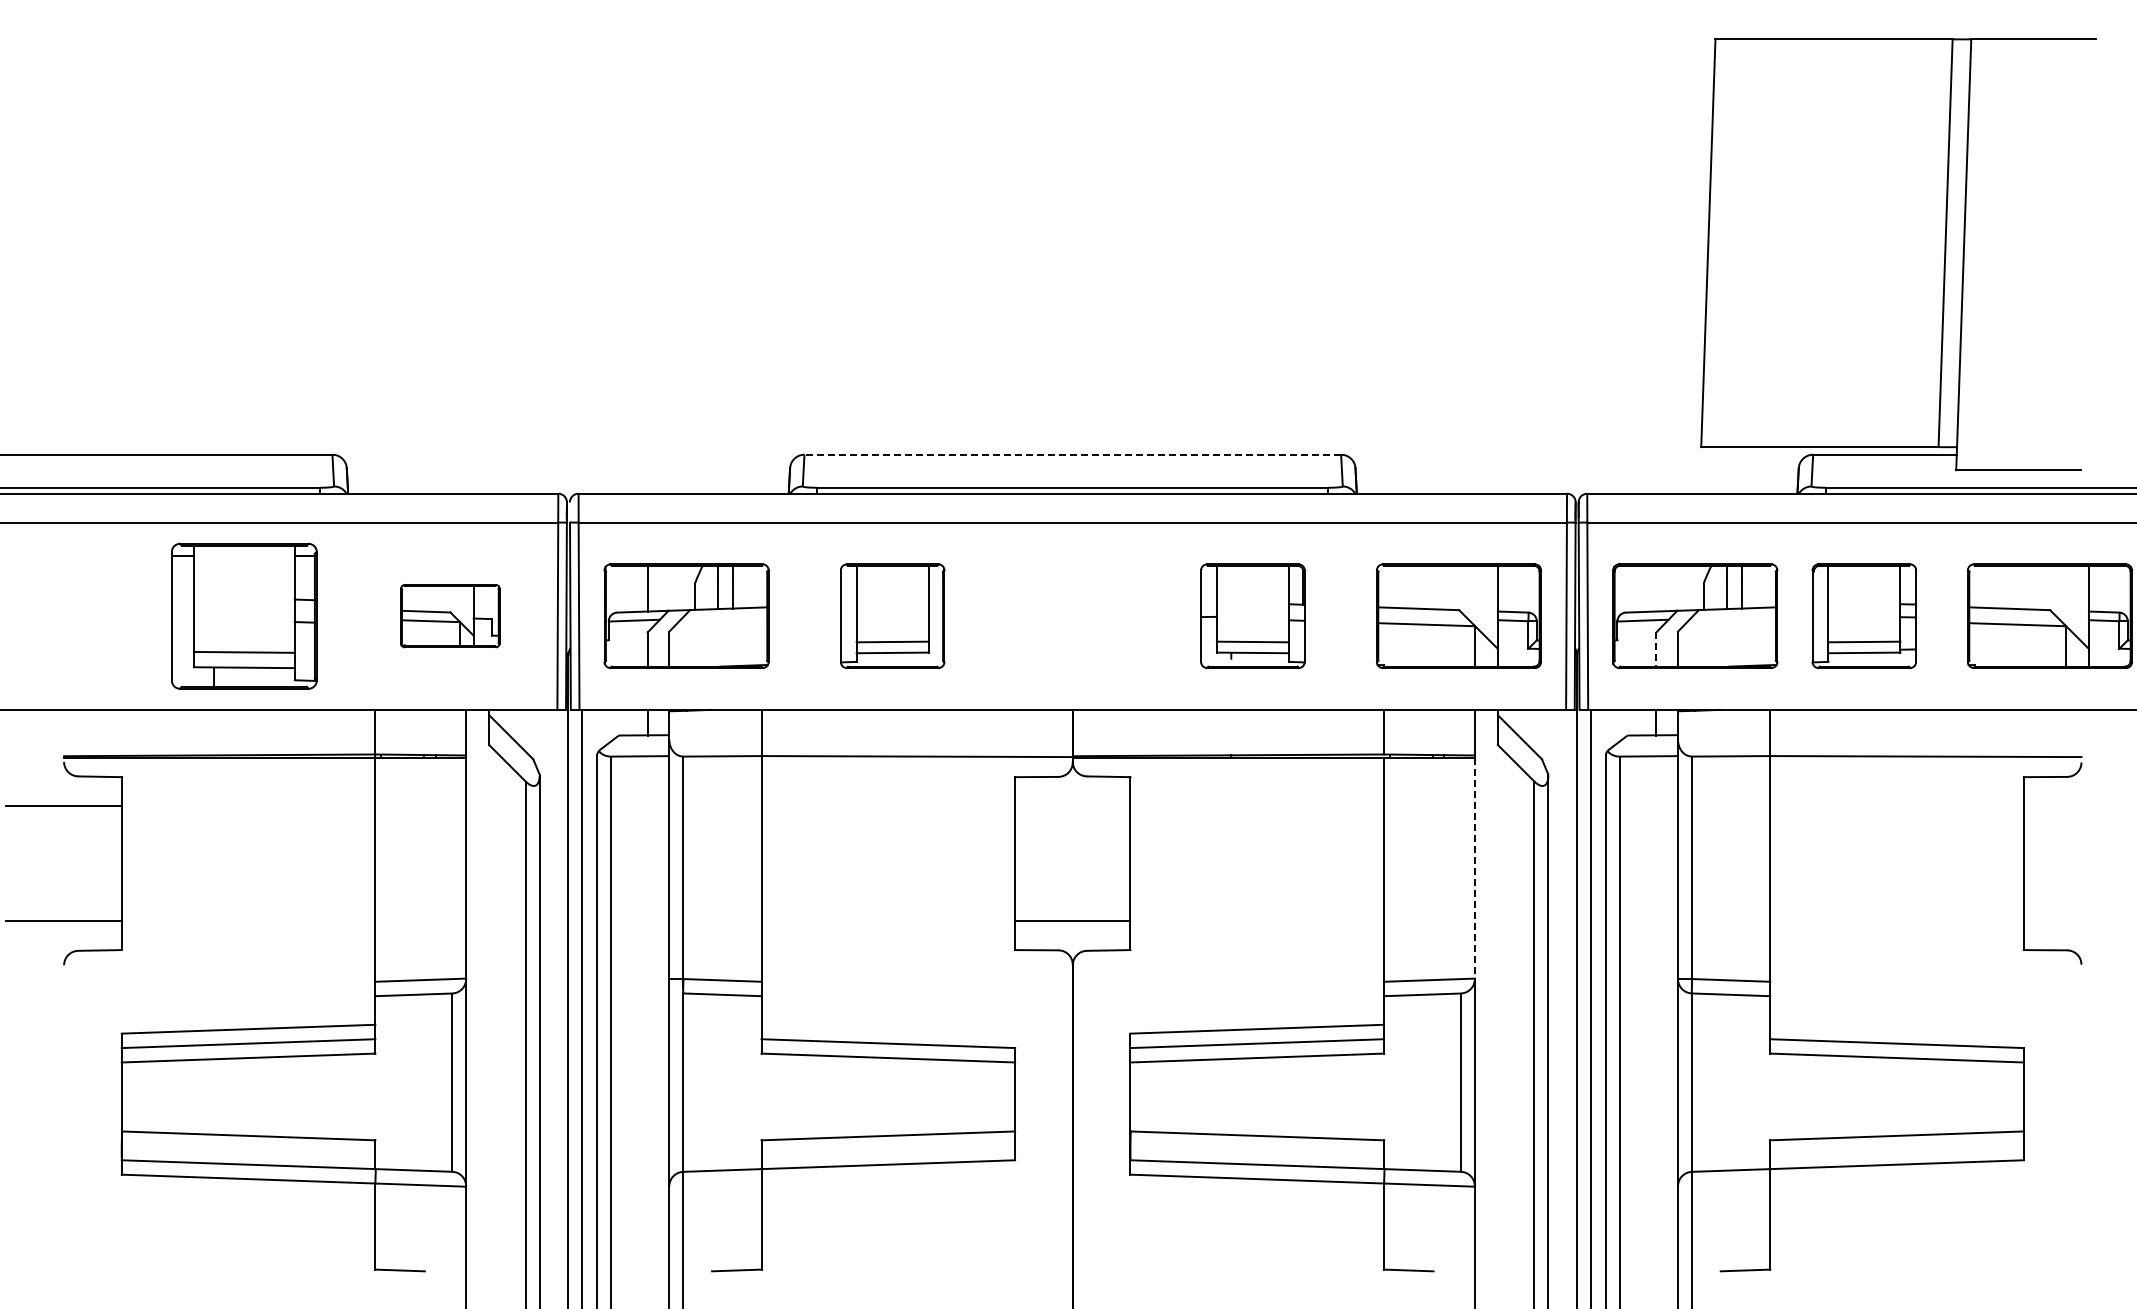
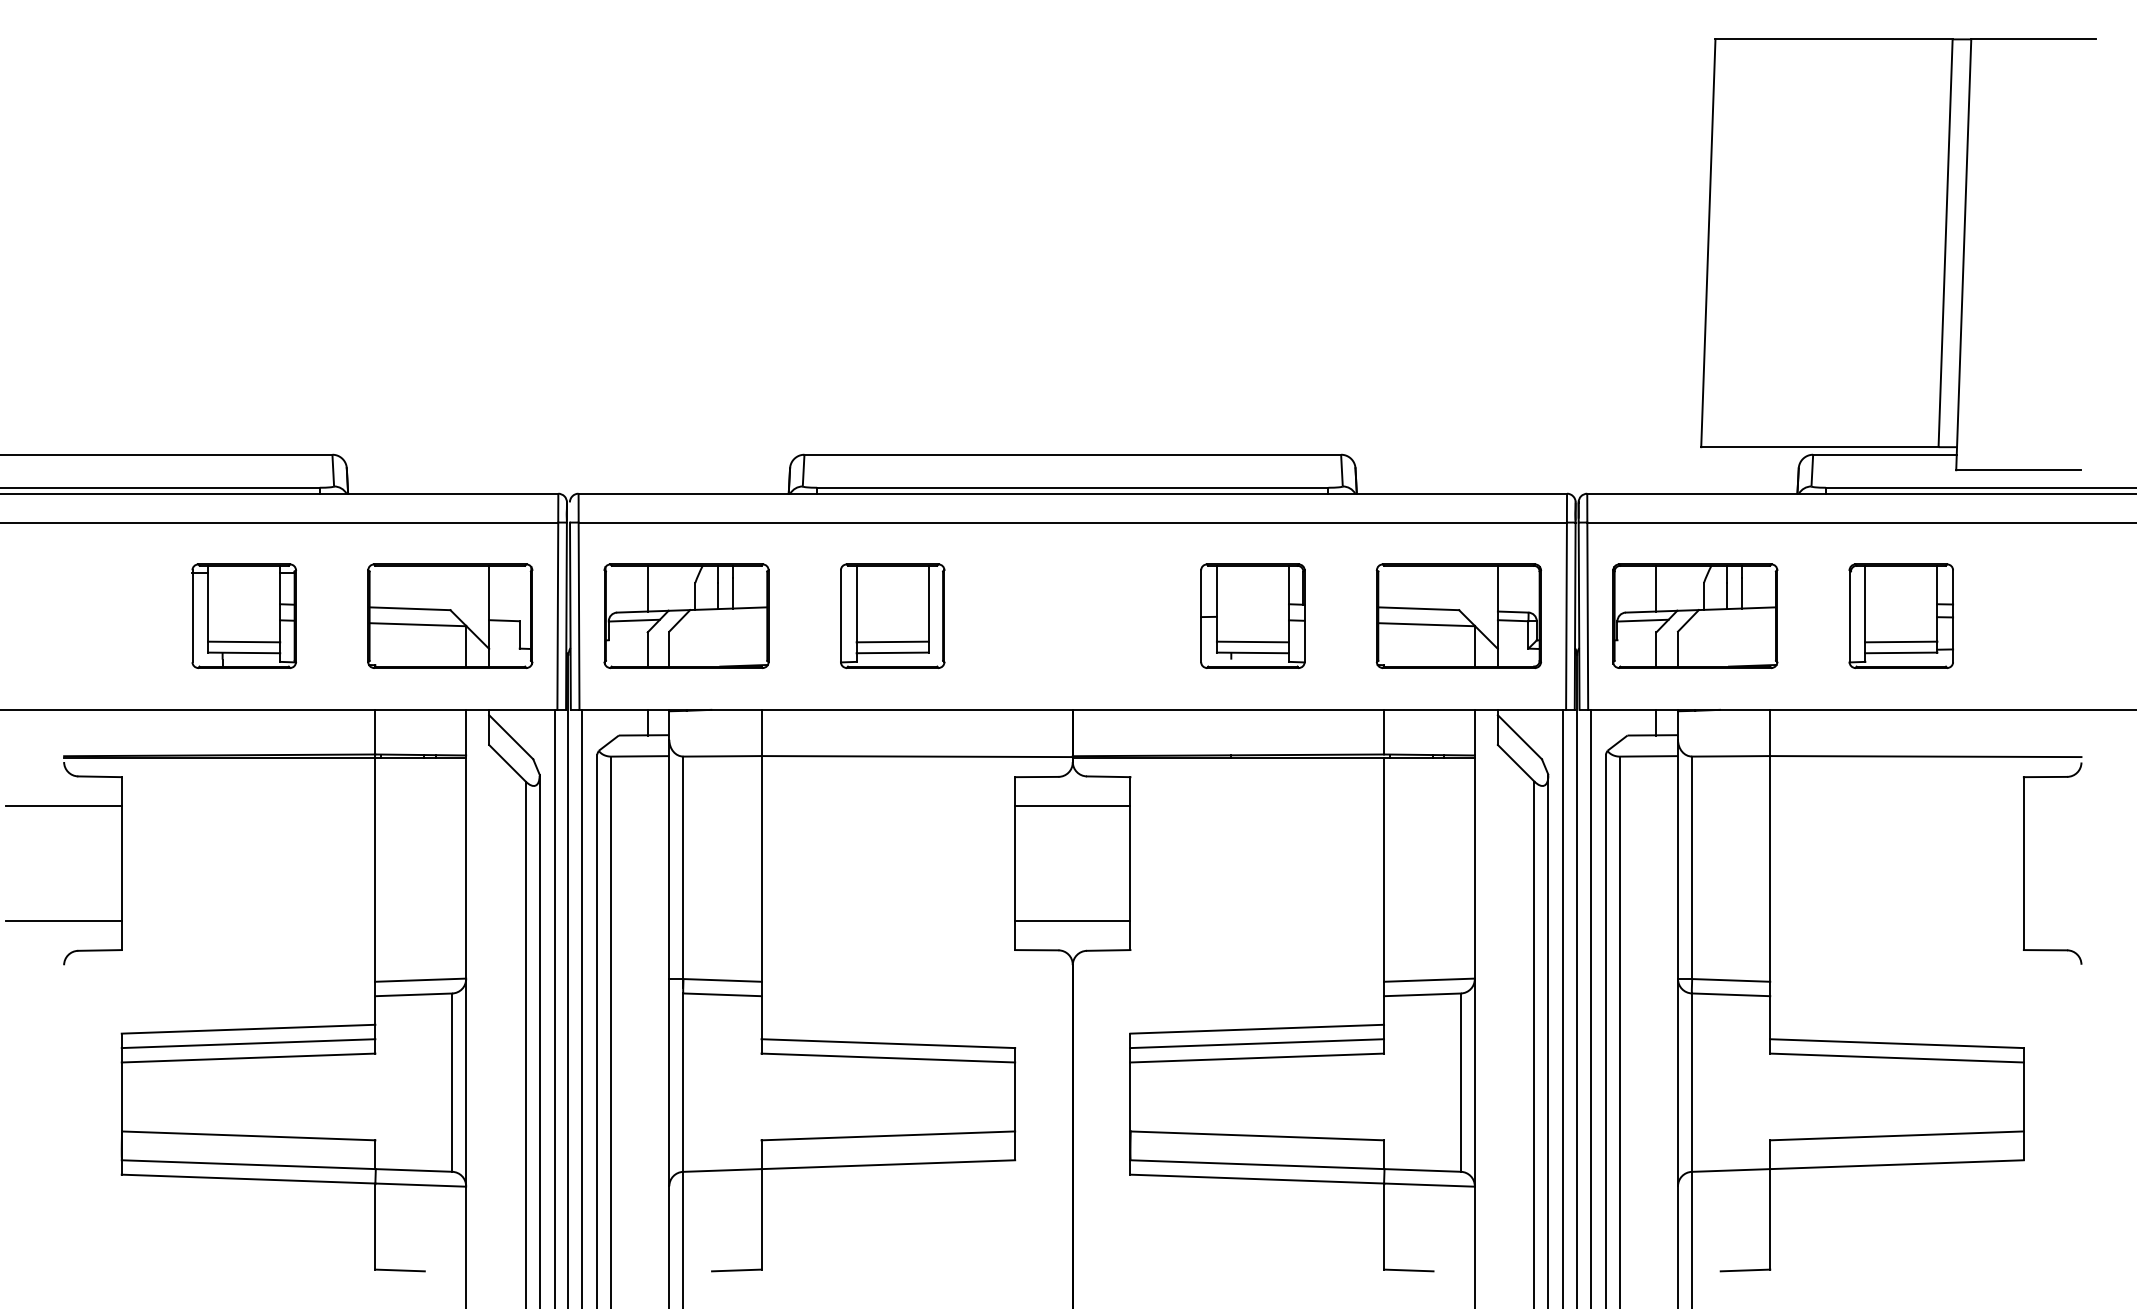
line at (1072, 454): dashed -> solid
line at (1656, 588): none -> present
part at (244, 615) size: 147x148 px -> 106x106 px
part at (1863, 615) position: (1863, 615) -> (1900, 615)
part at (2049, 615): present -> none
part at (450, 616) size: 101x65 px -> 167x106 px
line at (1656, 650): dashed -> solid
line at (1072, 805): none -> present
line at (1474, 868): dashed -> solid
line at (554, 1007): none -> present
line at (1563, 1007): none -> present
